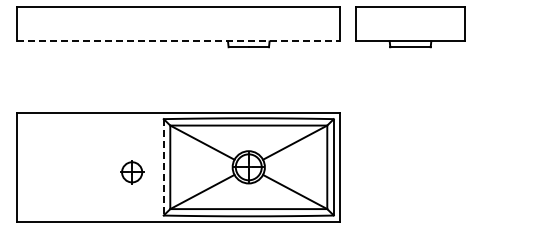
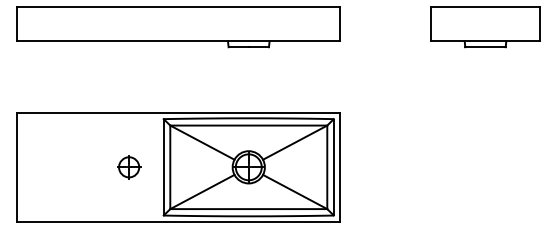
part at (410, 27) position: (410, 27) -> (485, 27)
line at (178, 41): dashed -> solid
line at (163, 167): dashed -> solid
part at (132, 172) position: (132, 172) -> (129, 167)
